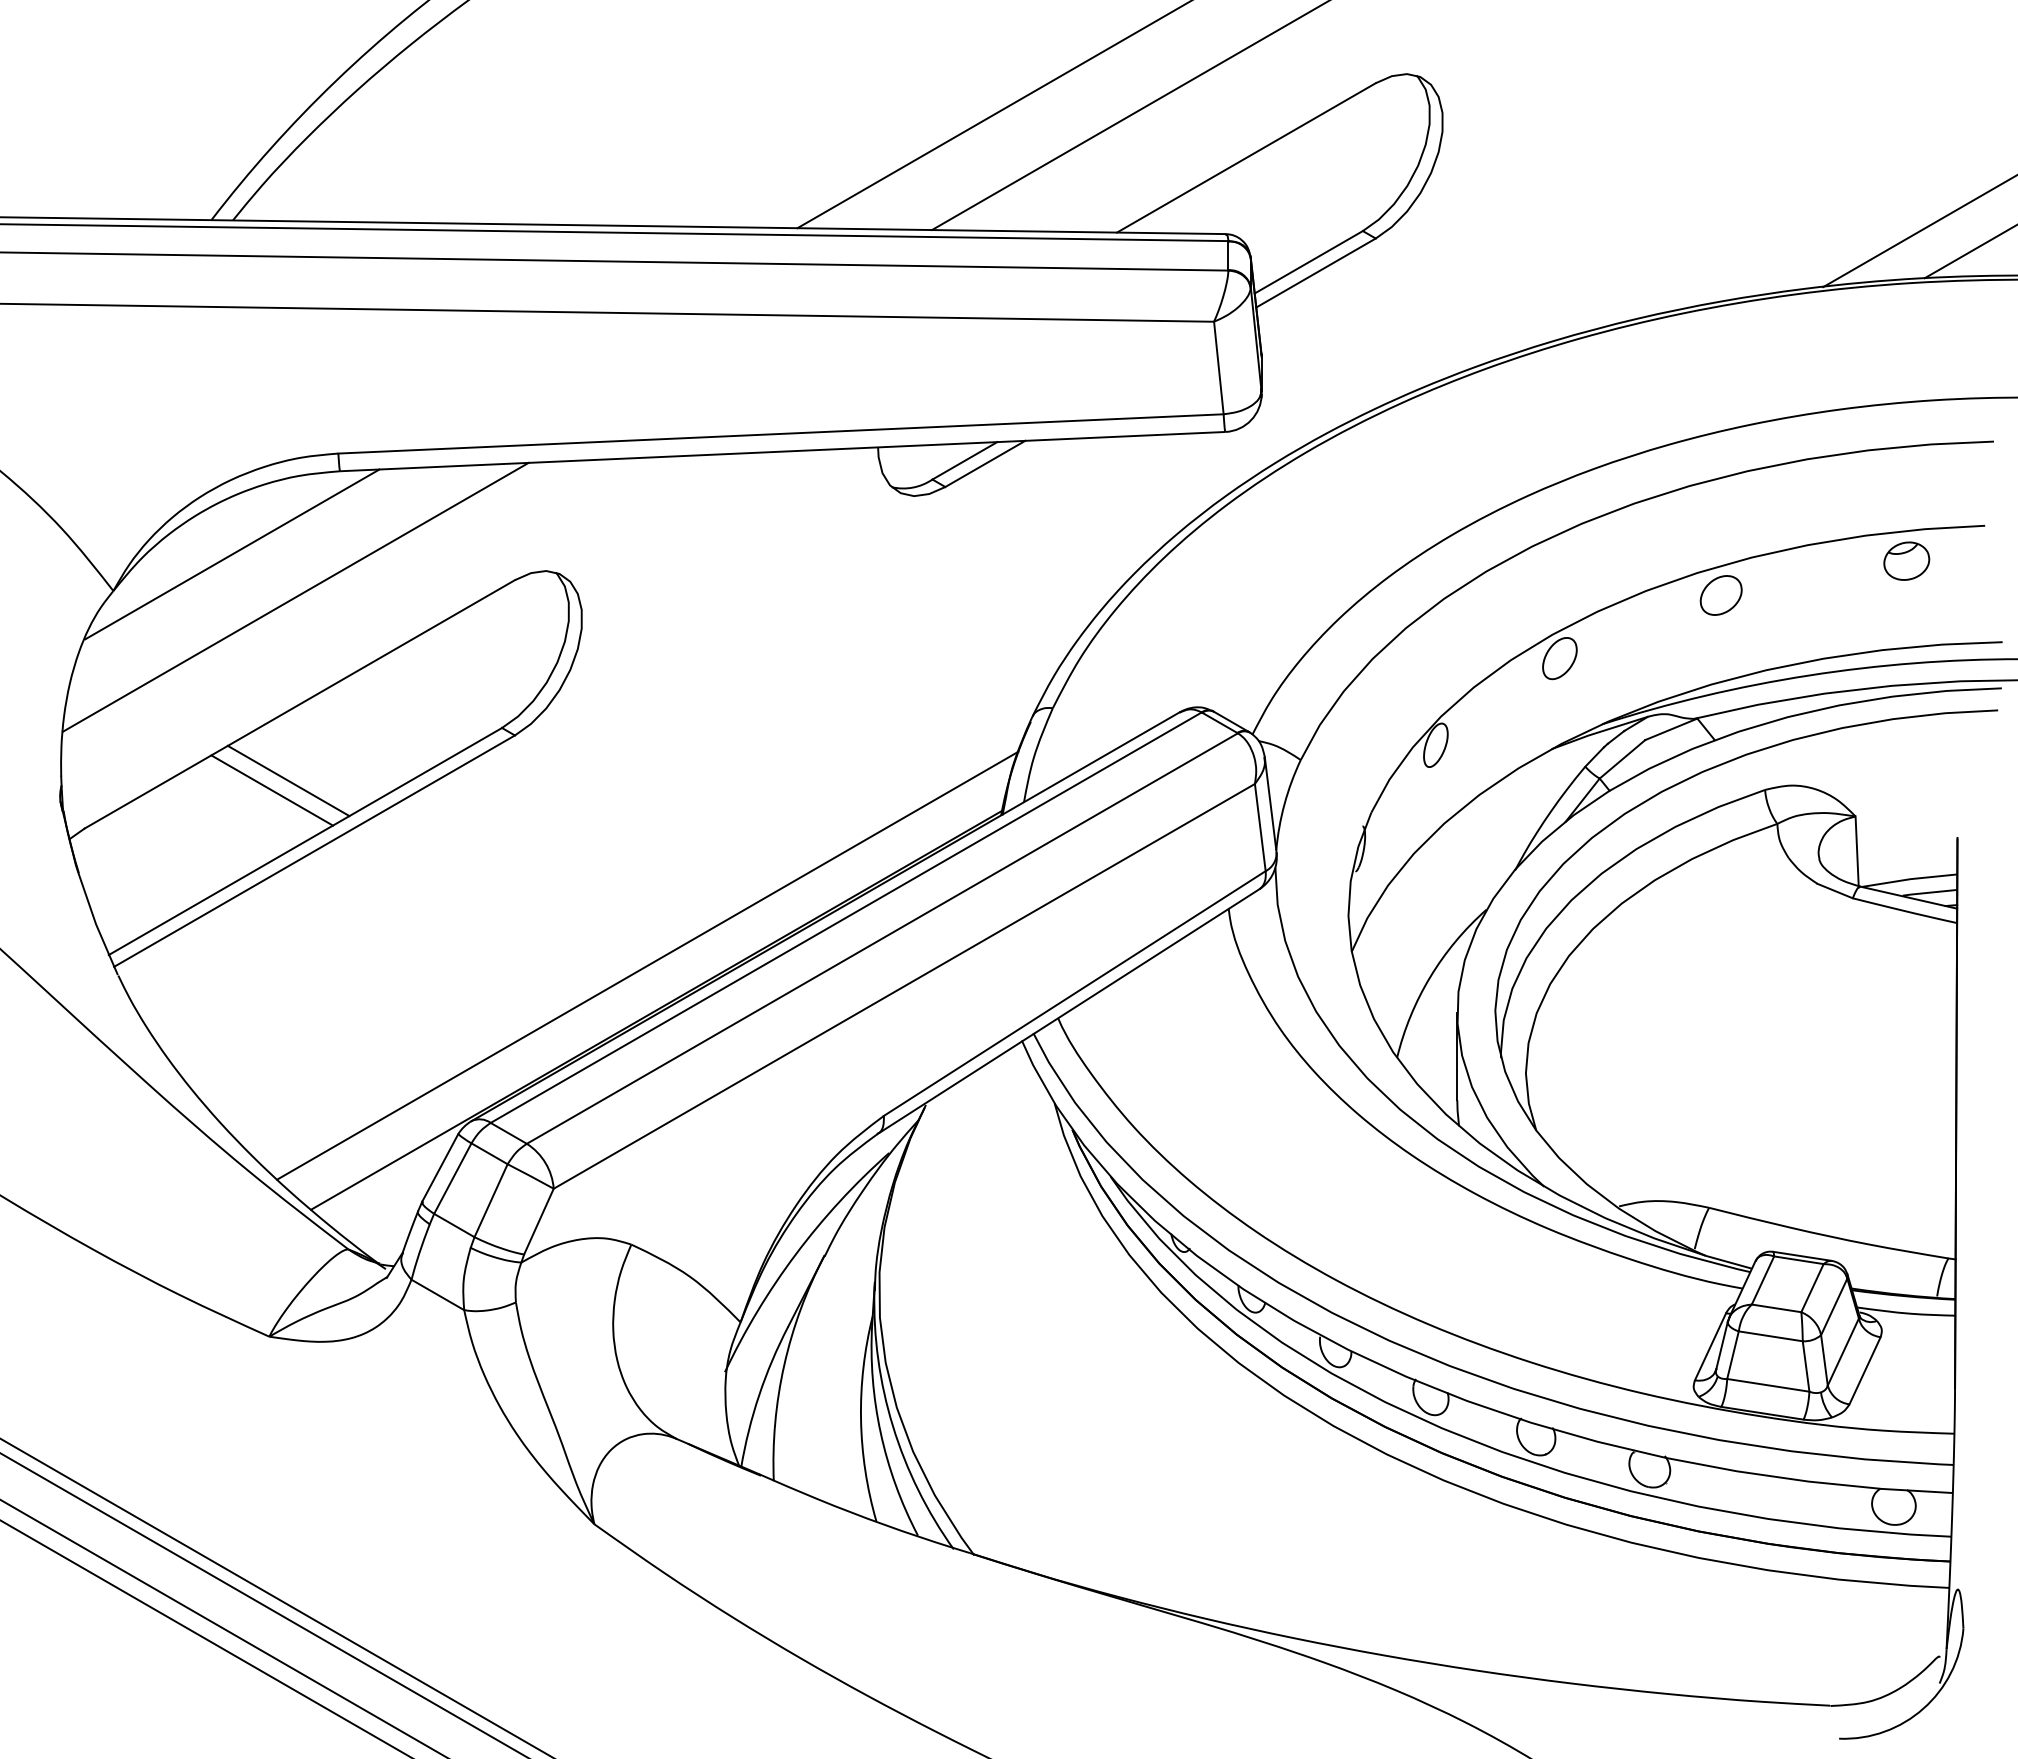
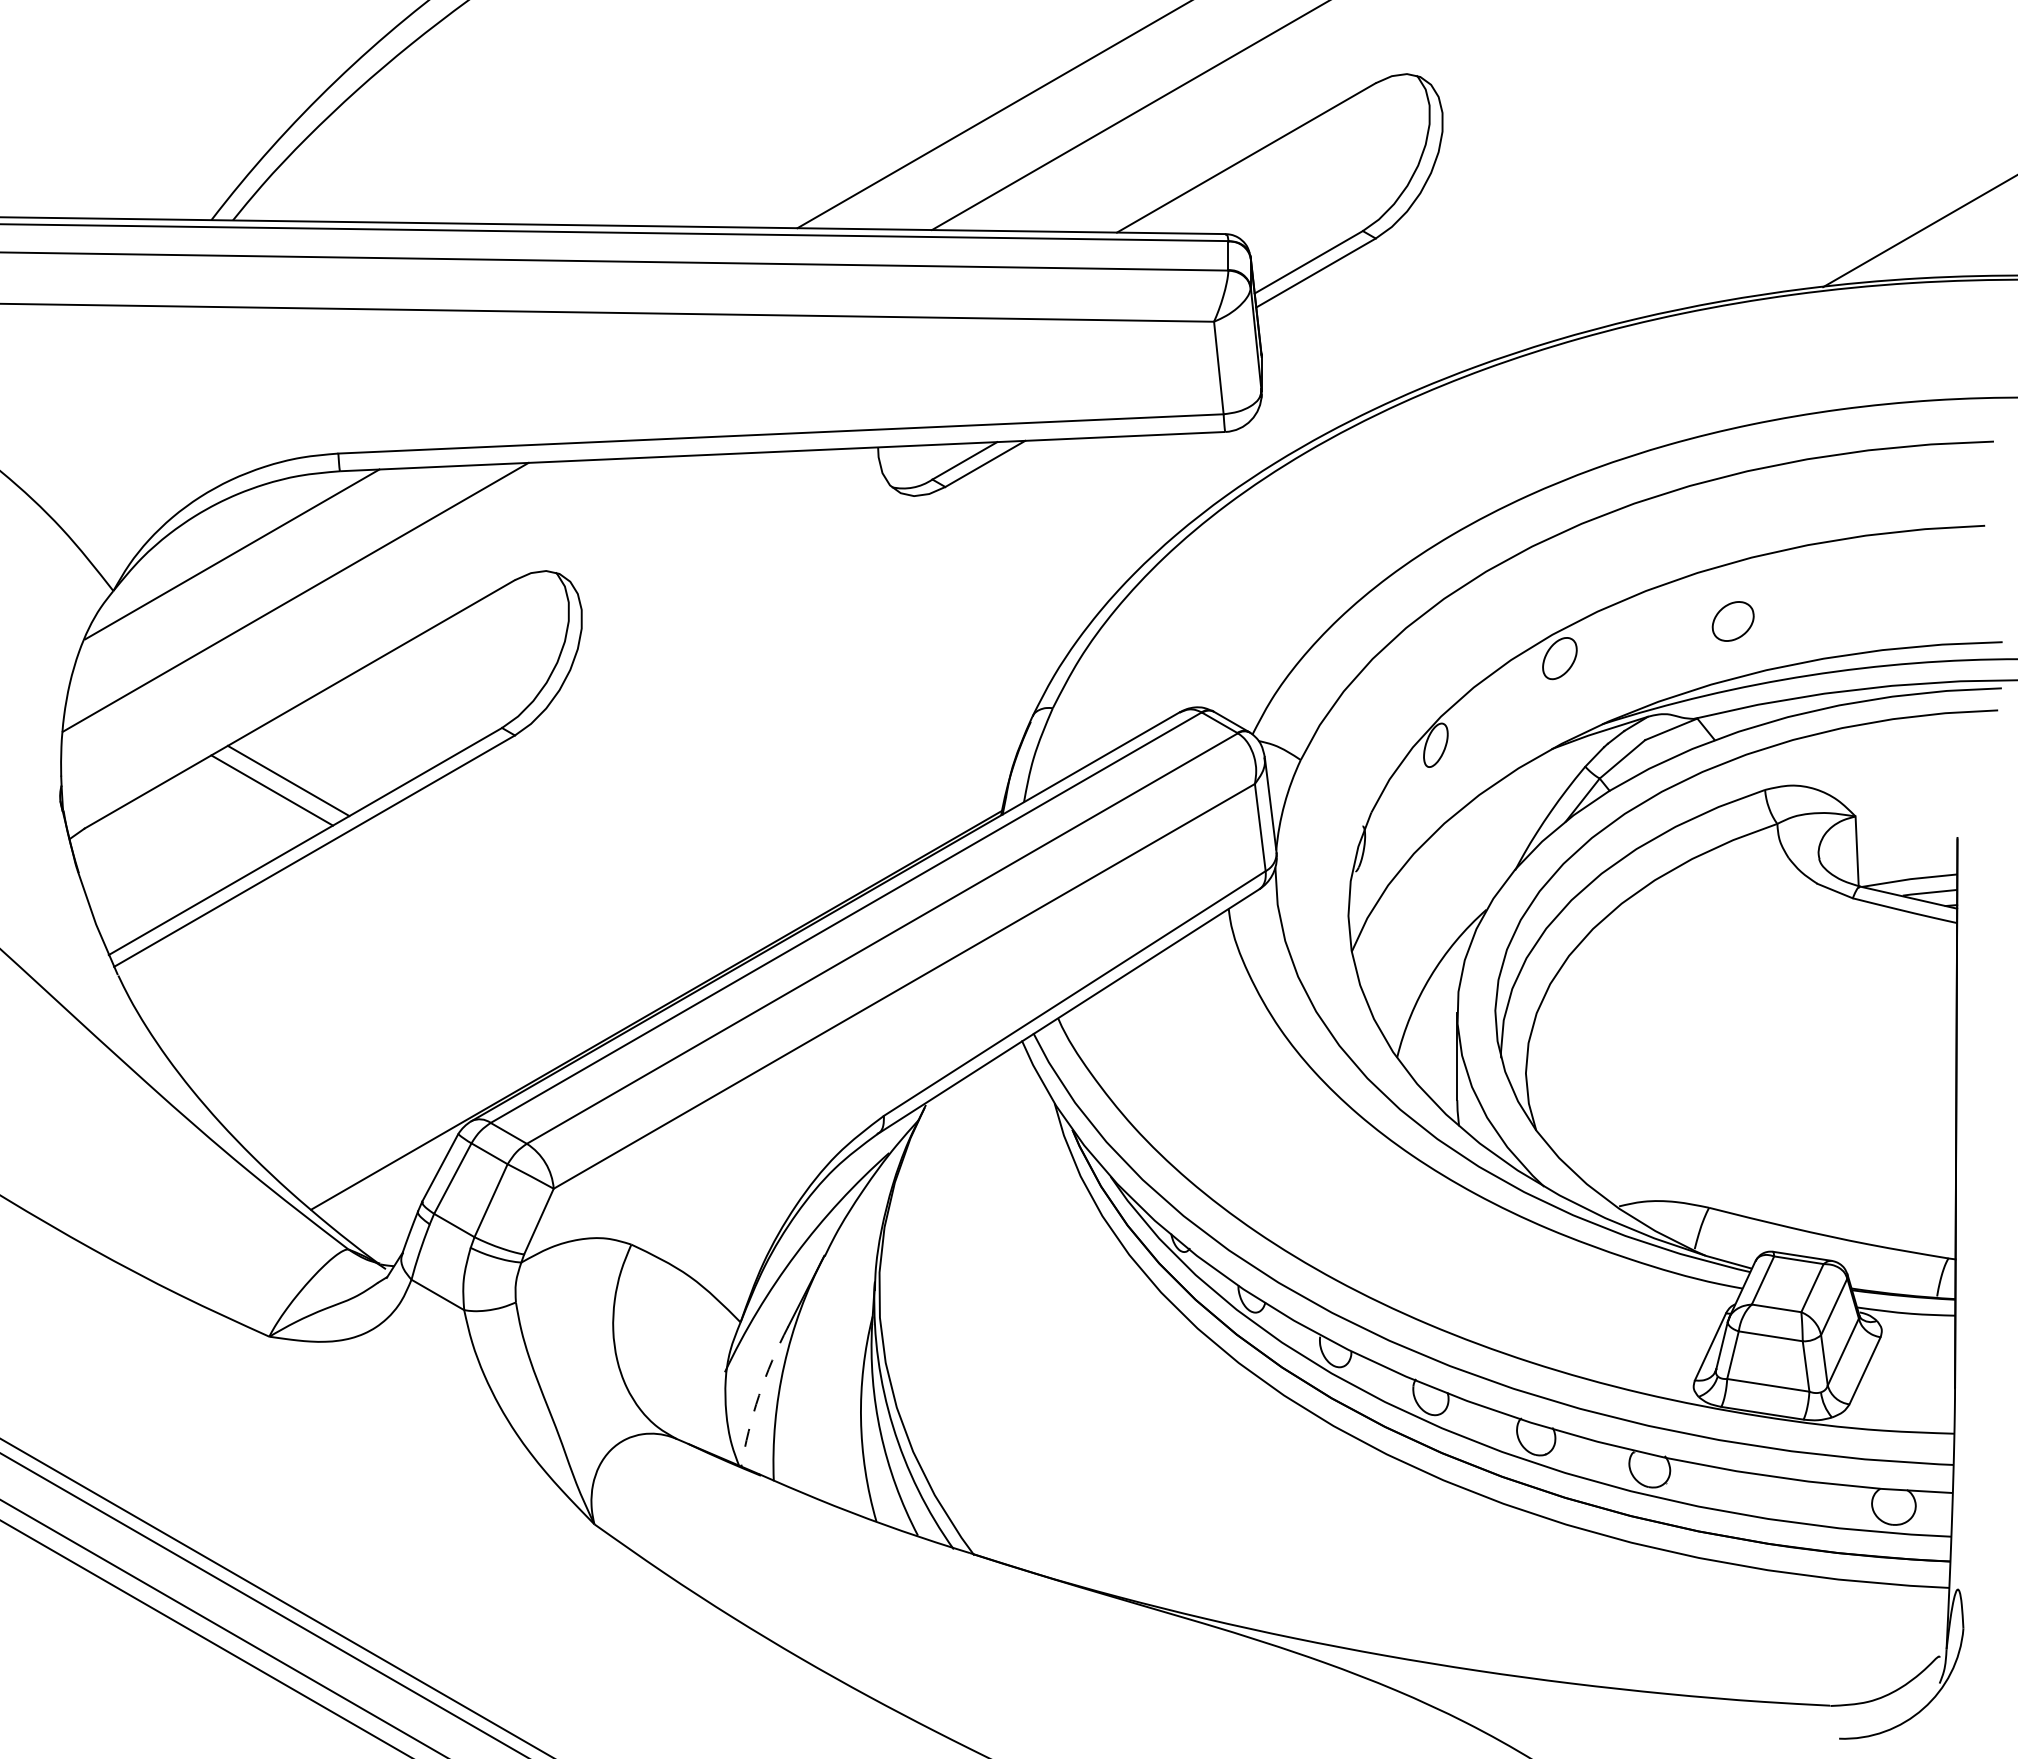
line at (1969, 252): present -> none
part at (1906, 560): present -> none
part at (1720, 595) position: (1720, 595) -> (1732, 621)
line at (647, 965): present -> none
arc at (759, 1395): solid -> dashed
